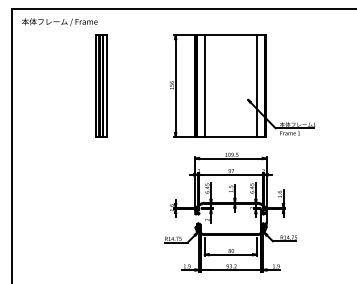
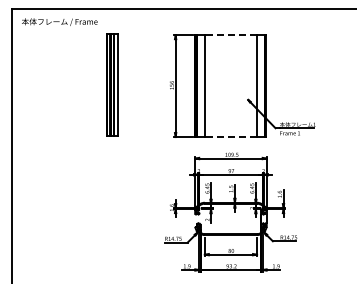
line at (230, 35): solid -> dashed
part at (101, 85) position: (101, 85) -> (112, 84)
line at (230, 137): solid -> dashed
